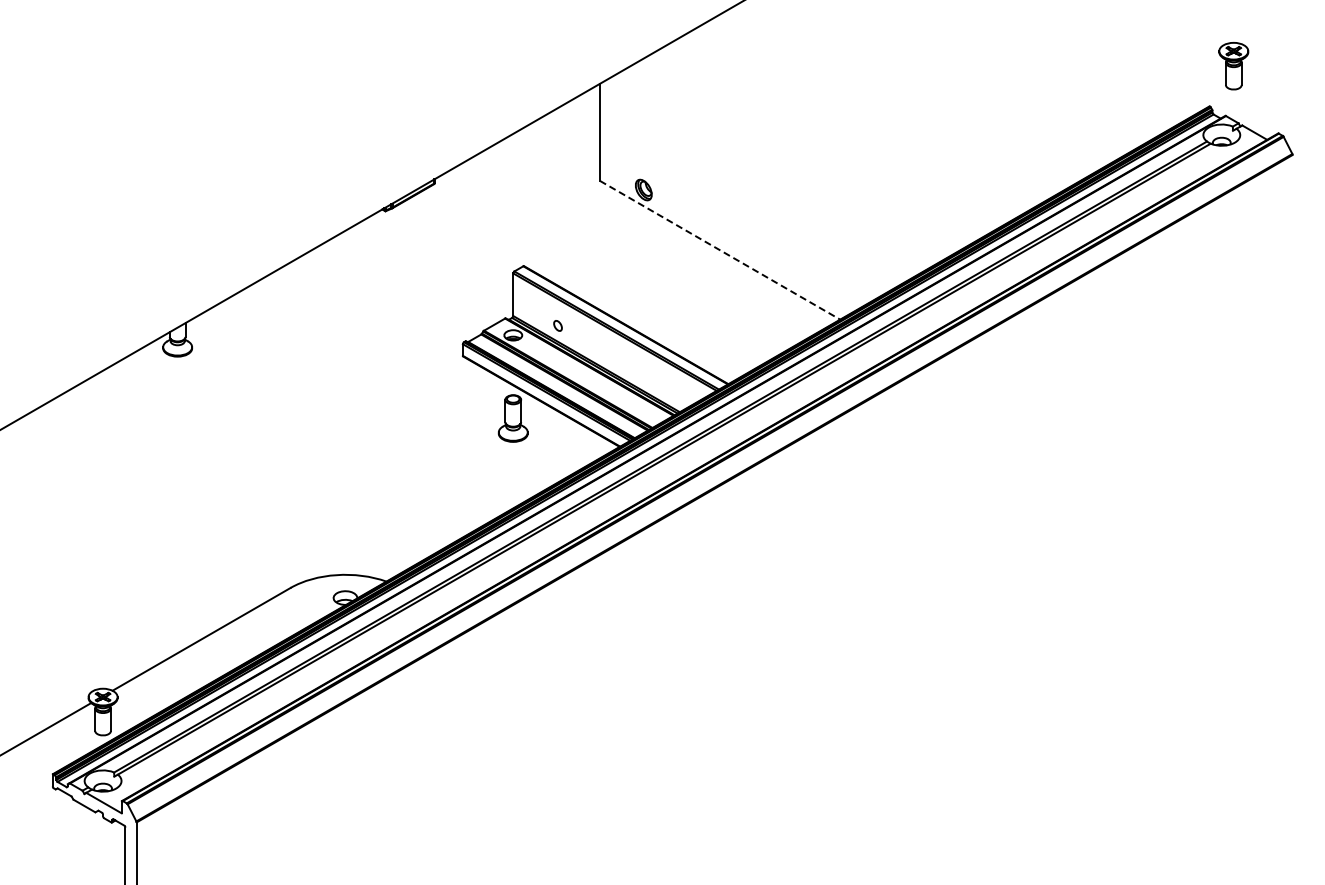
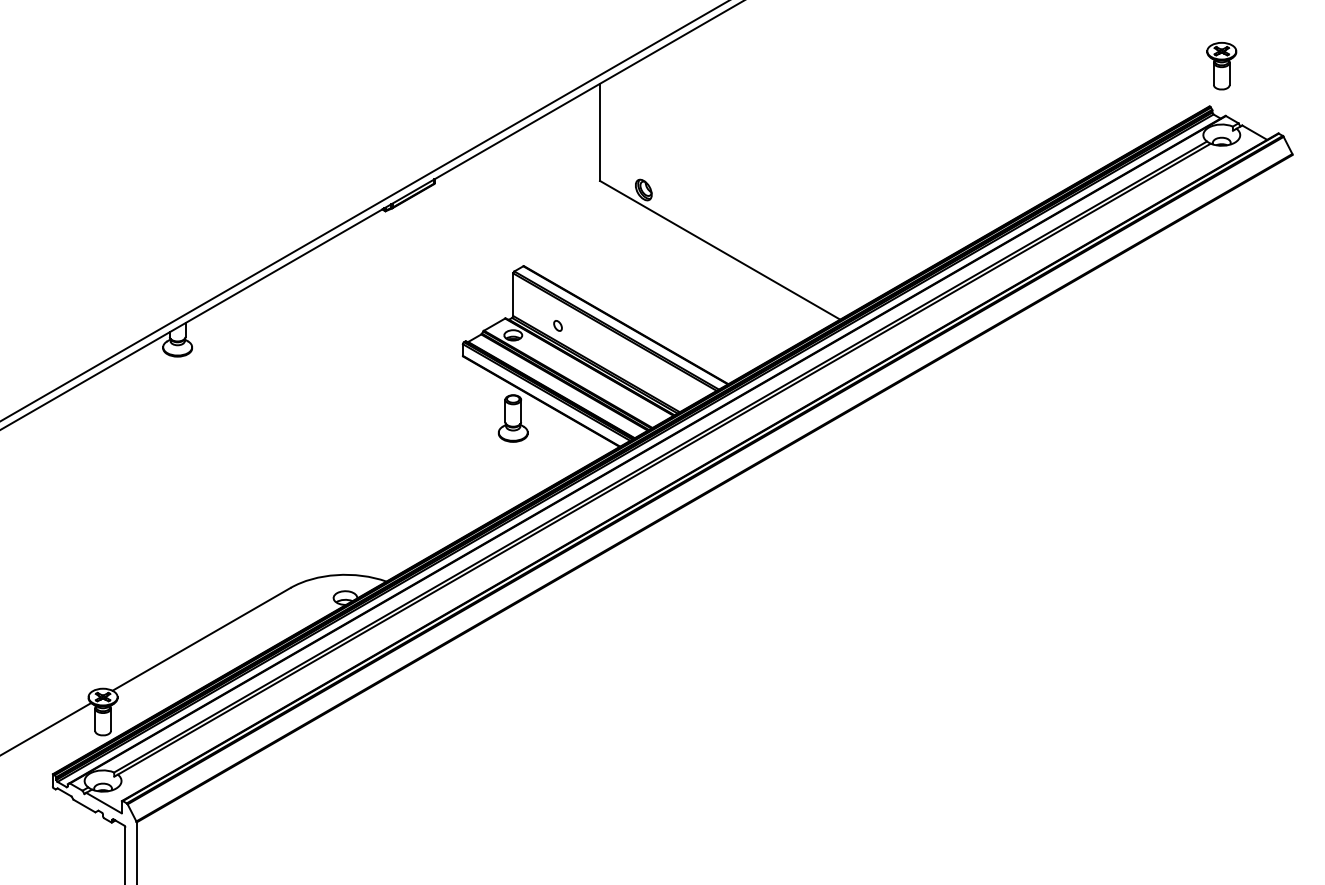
part at (1233, 66) position: (1233, 66) -> (1221, 66)
line at (364, 211): none -> present
line at (720, 250): dashed -> solid
